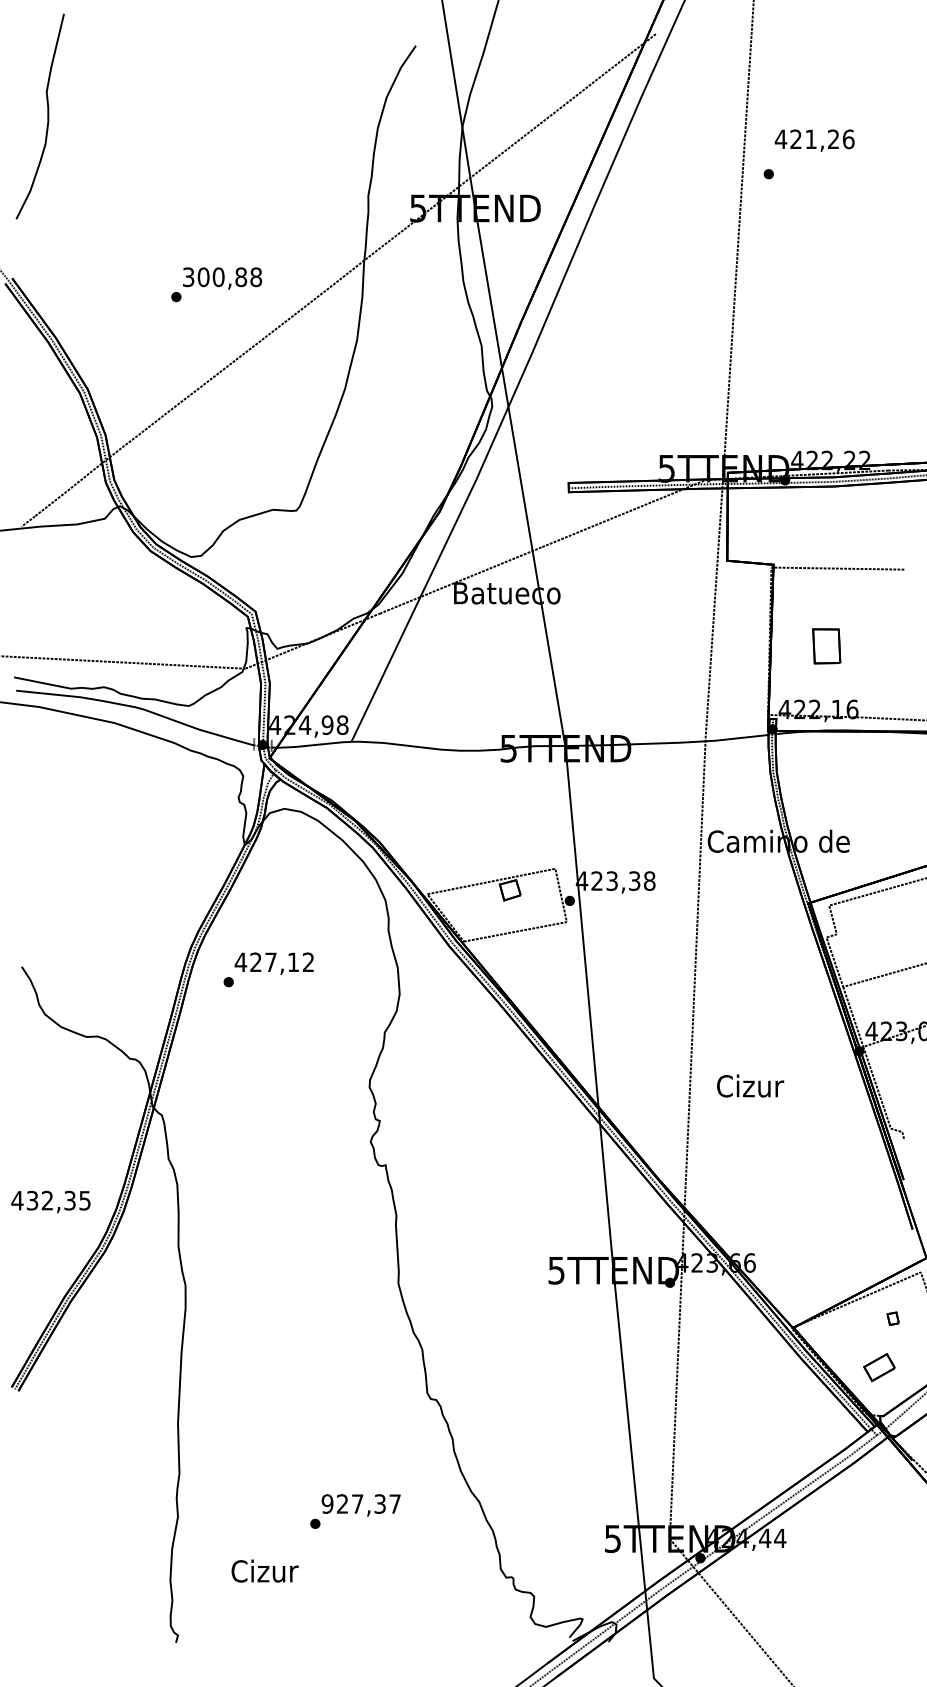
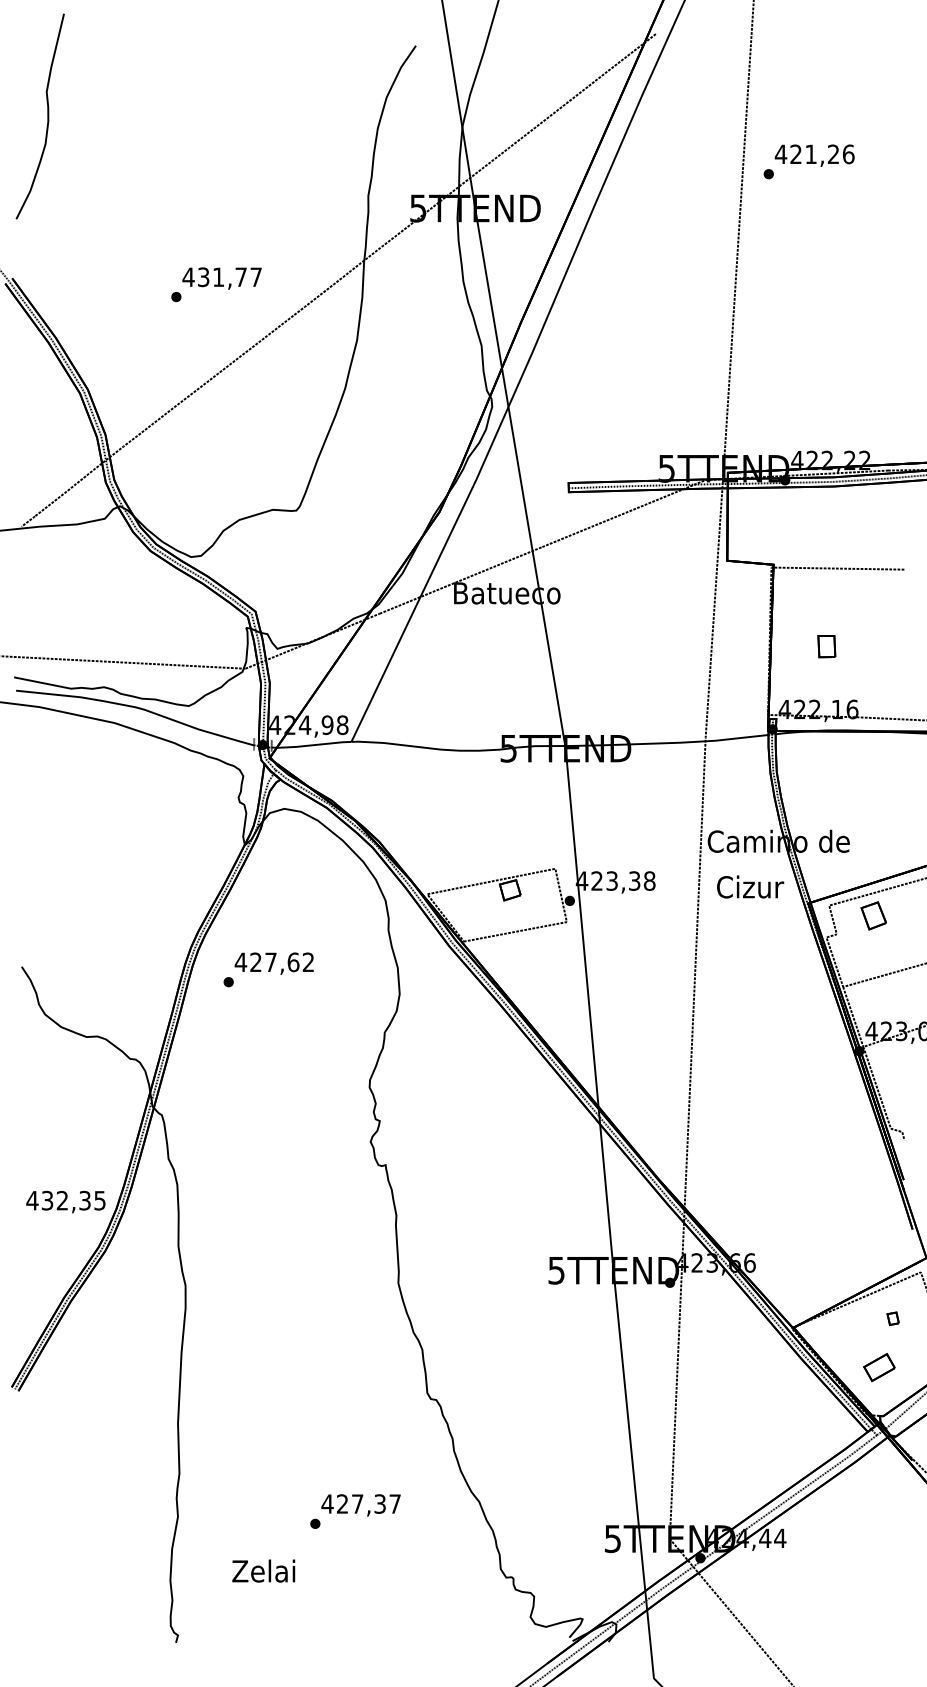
text at (814, 140) position: (814, 140) -> (814, 155)
text at (222, 277): 300,88 -> 431,77
part at (826, 646) size: 30x37 px -> 20x24 px
part at (873, 915): none -> present
text at (293, 962): 427,12 -> 427,62
text at (750, 1085) position: (750, 1085) -> (750, 886)
text at (50, 1201) position: (50, 1201) -> (65, 1201)
text at (327, 1503): 927,37 -> 427,37
text at (264, 1570): Cizur -> Zelai
